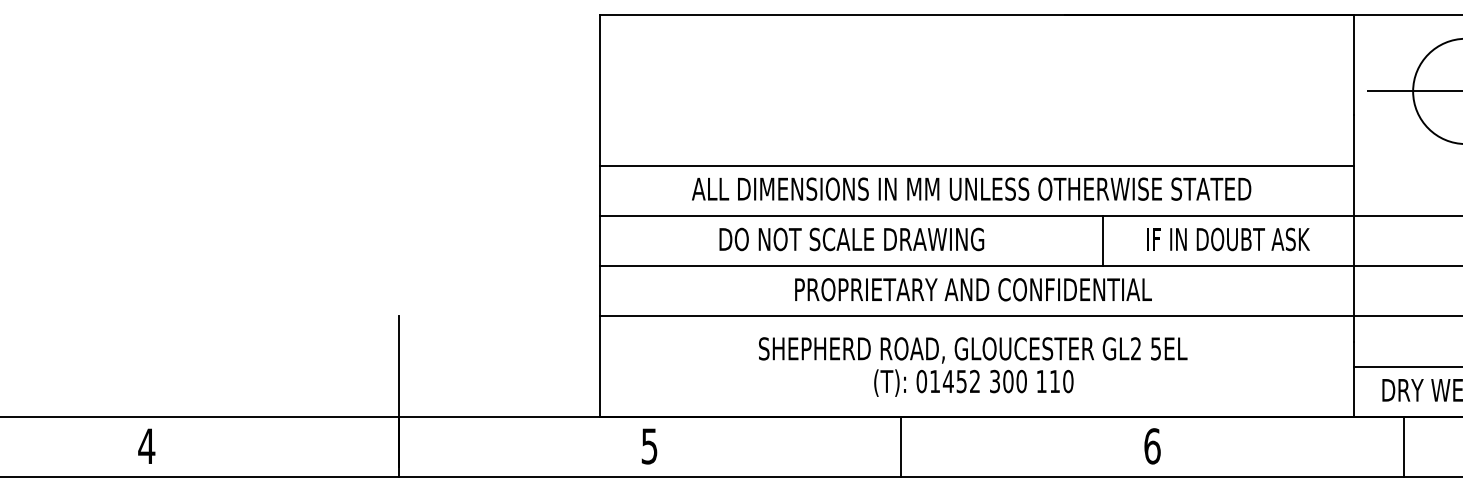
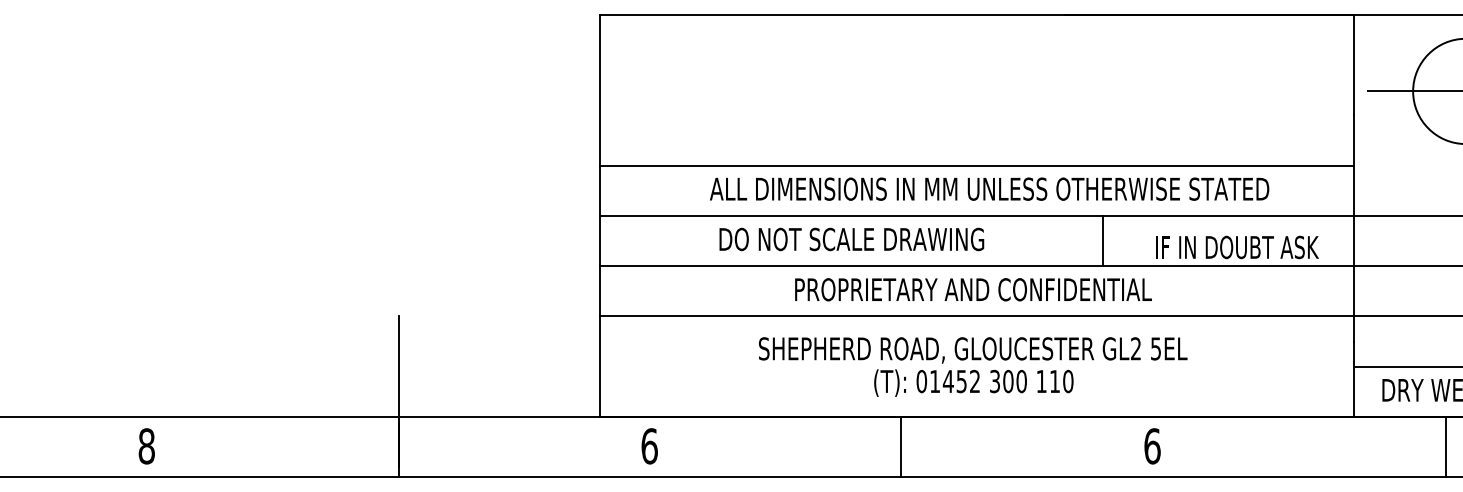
text at (971, 188) position: (971, 188) -> (989, 188)
text at (1228, 239) position: (1228, 239) -> (1237, 247)
text at (146, 446): 4 -> 8
text at (649, 446): 5 -> 6
line at (1404, 446) position: (1404, 446) -> (1446, 446)
